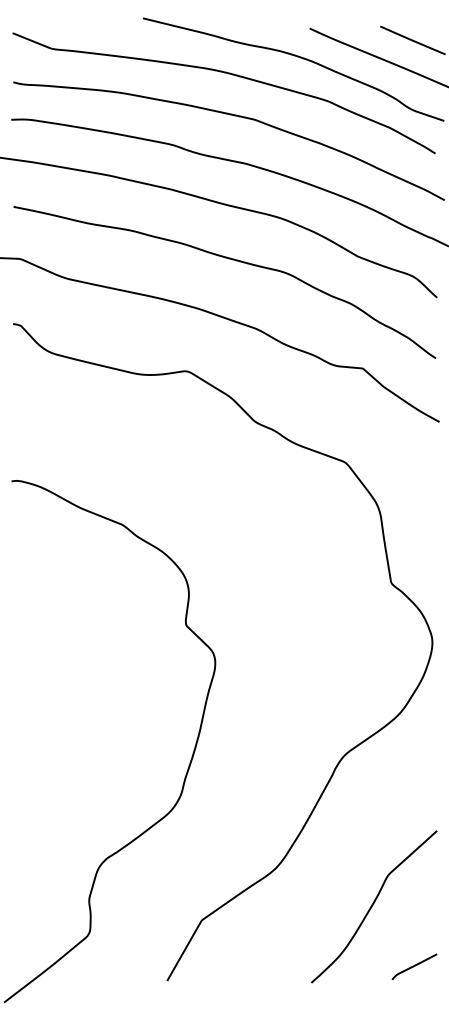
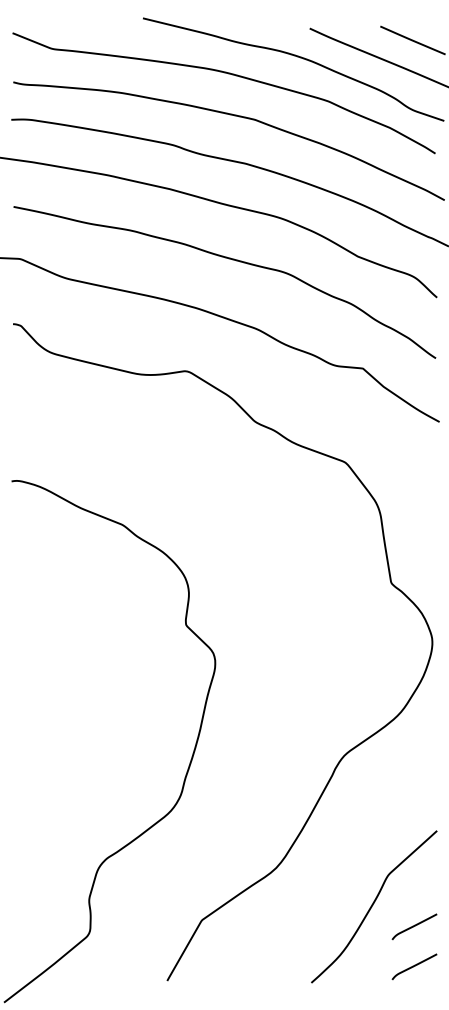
curve at (414, 926): none -> present
